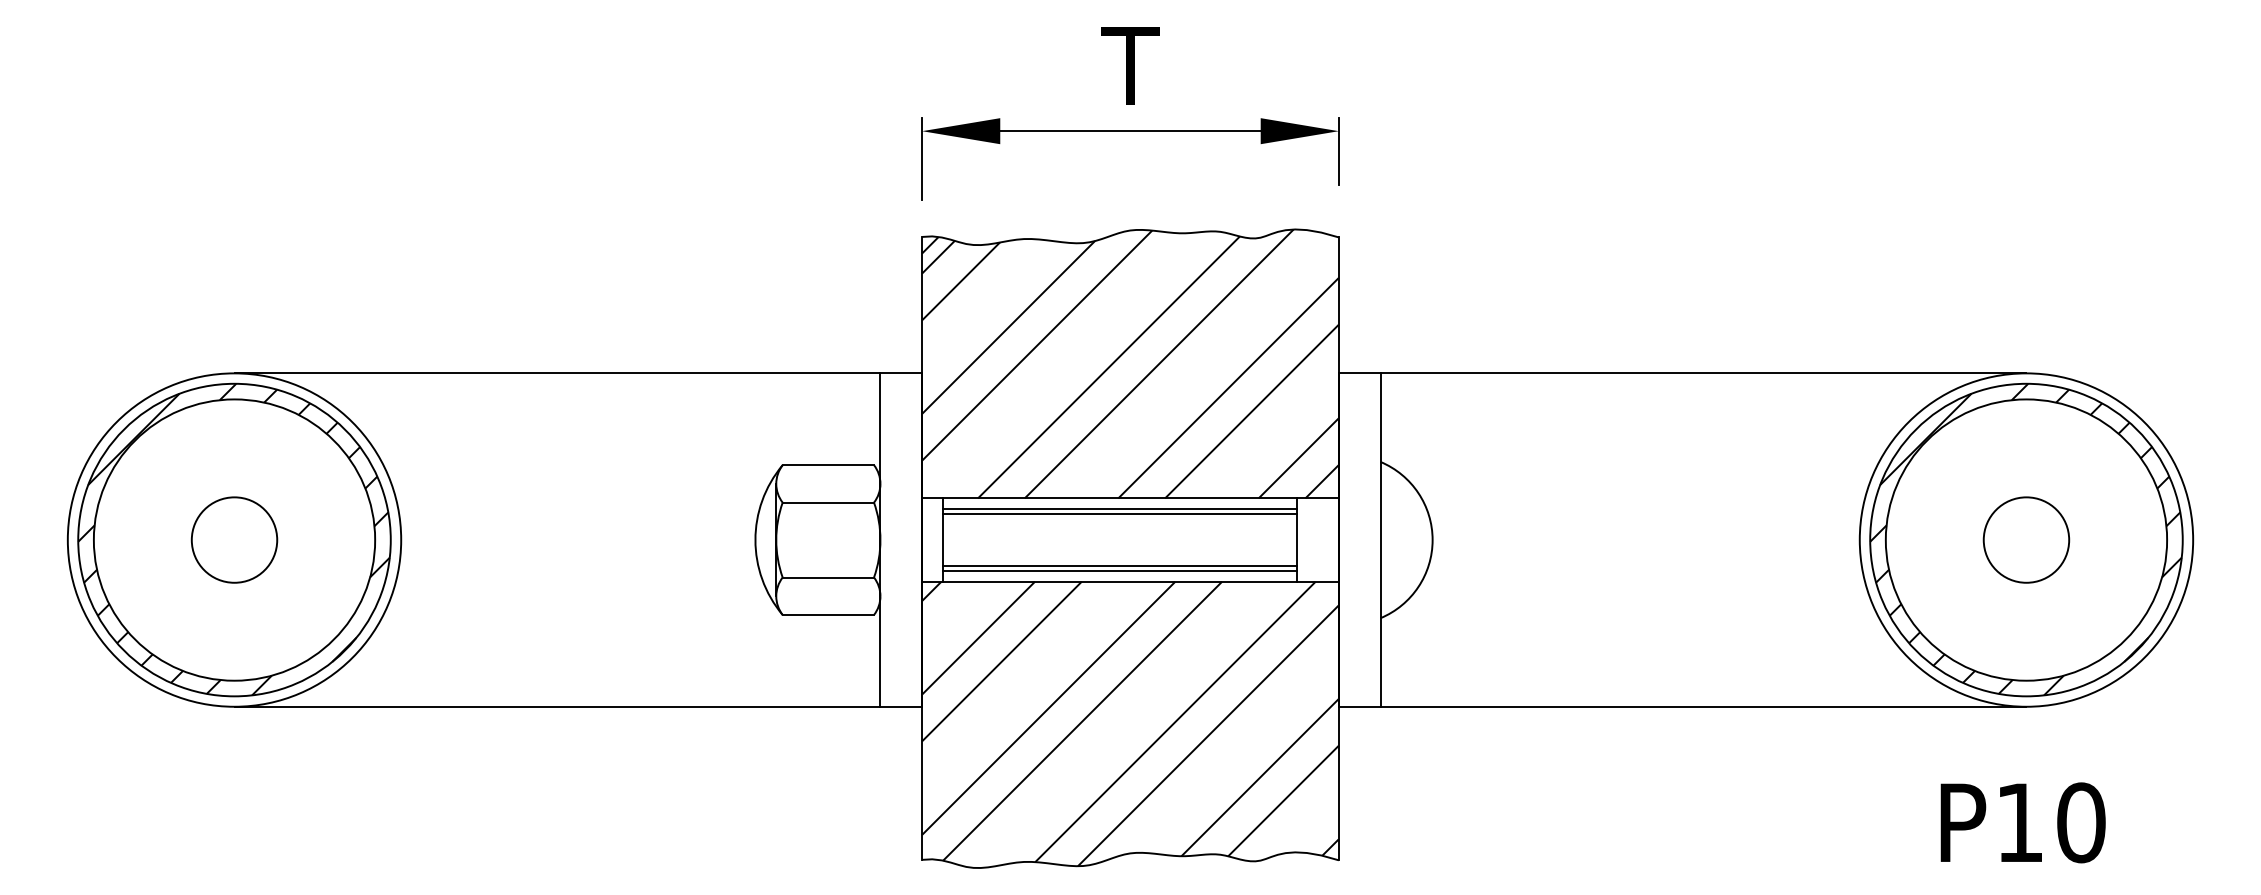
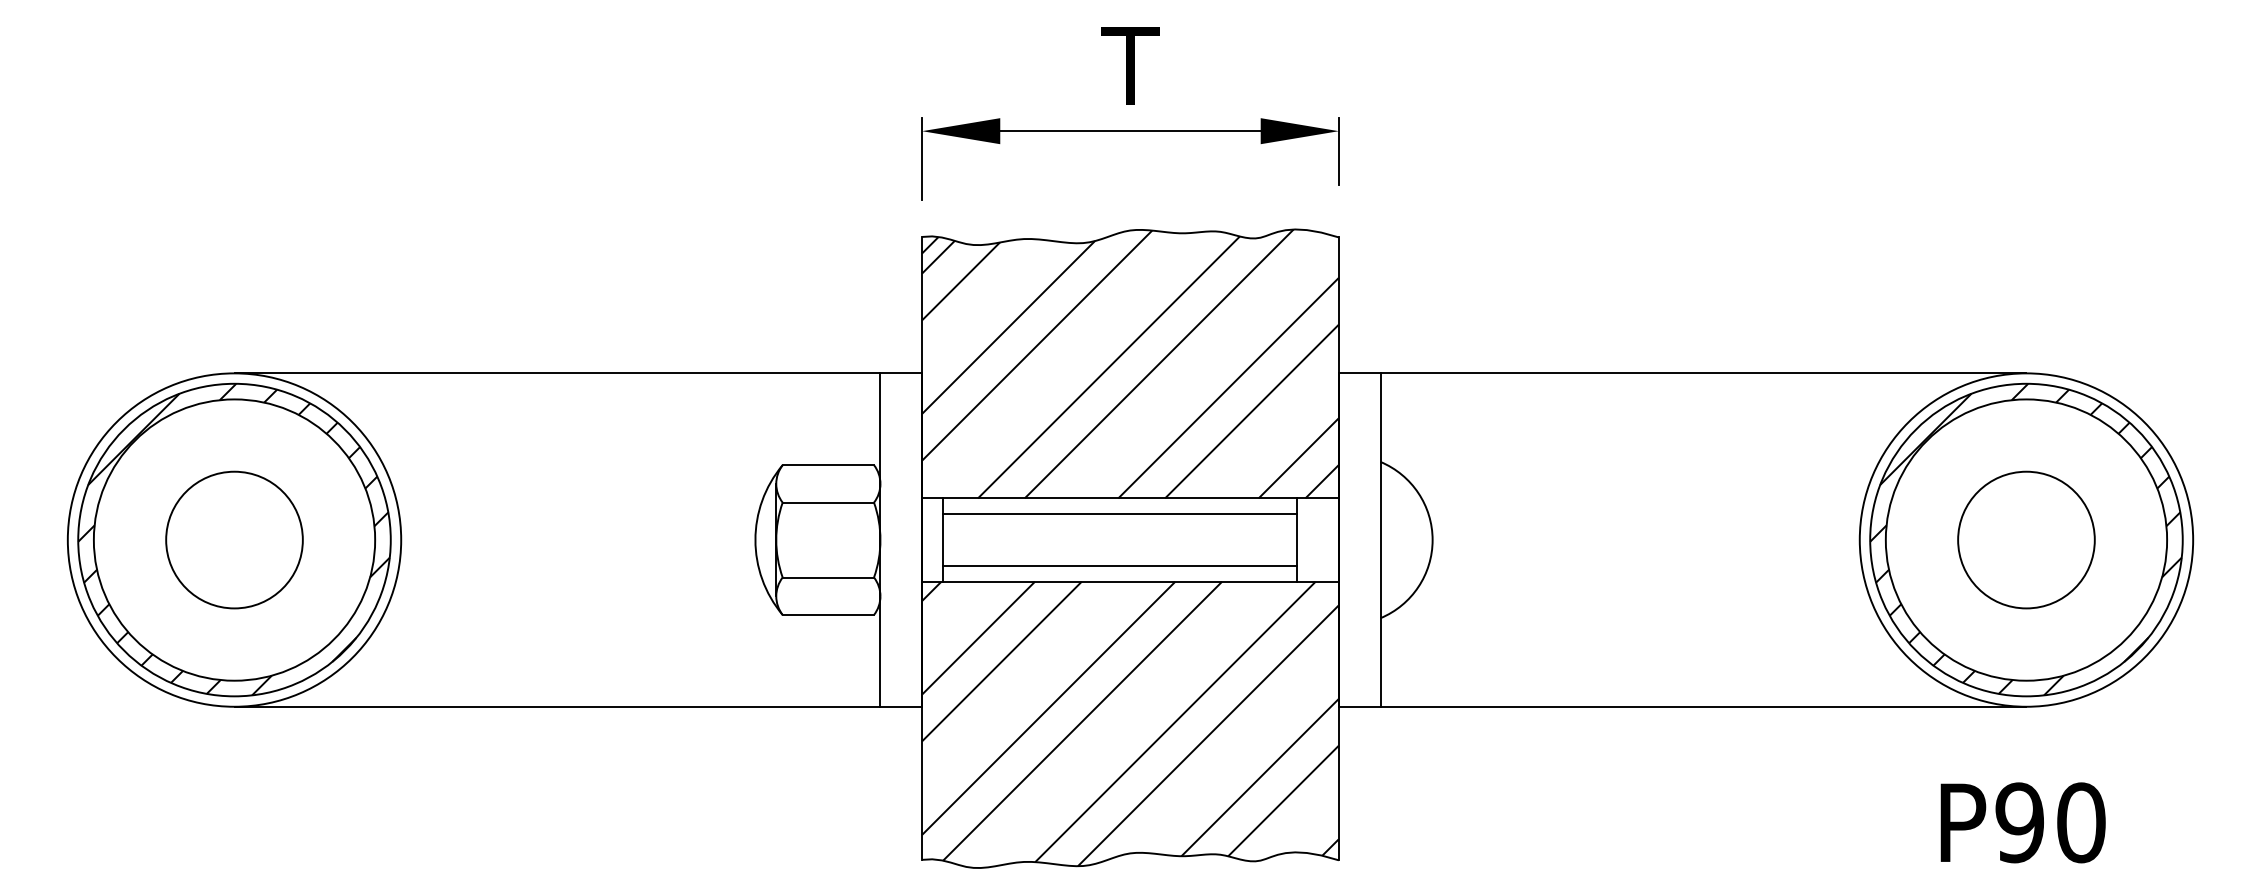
line at (1119, 508): present -> none
circle at (234, 539) diameter: 85 px -> 137 px
circle at (2026, 539) diameter: 85 px -> 137 px
line at (1119, 571): present -> none
text at (2019, 822): P10 -> P90
